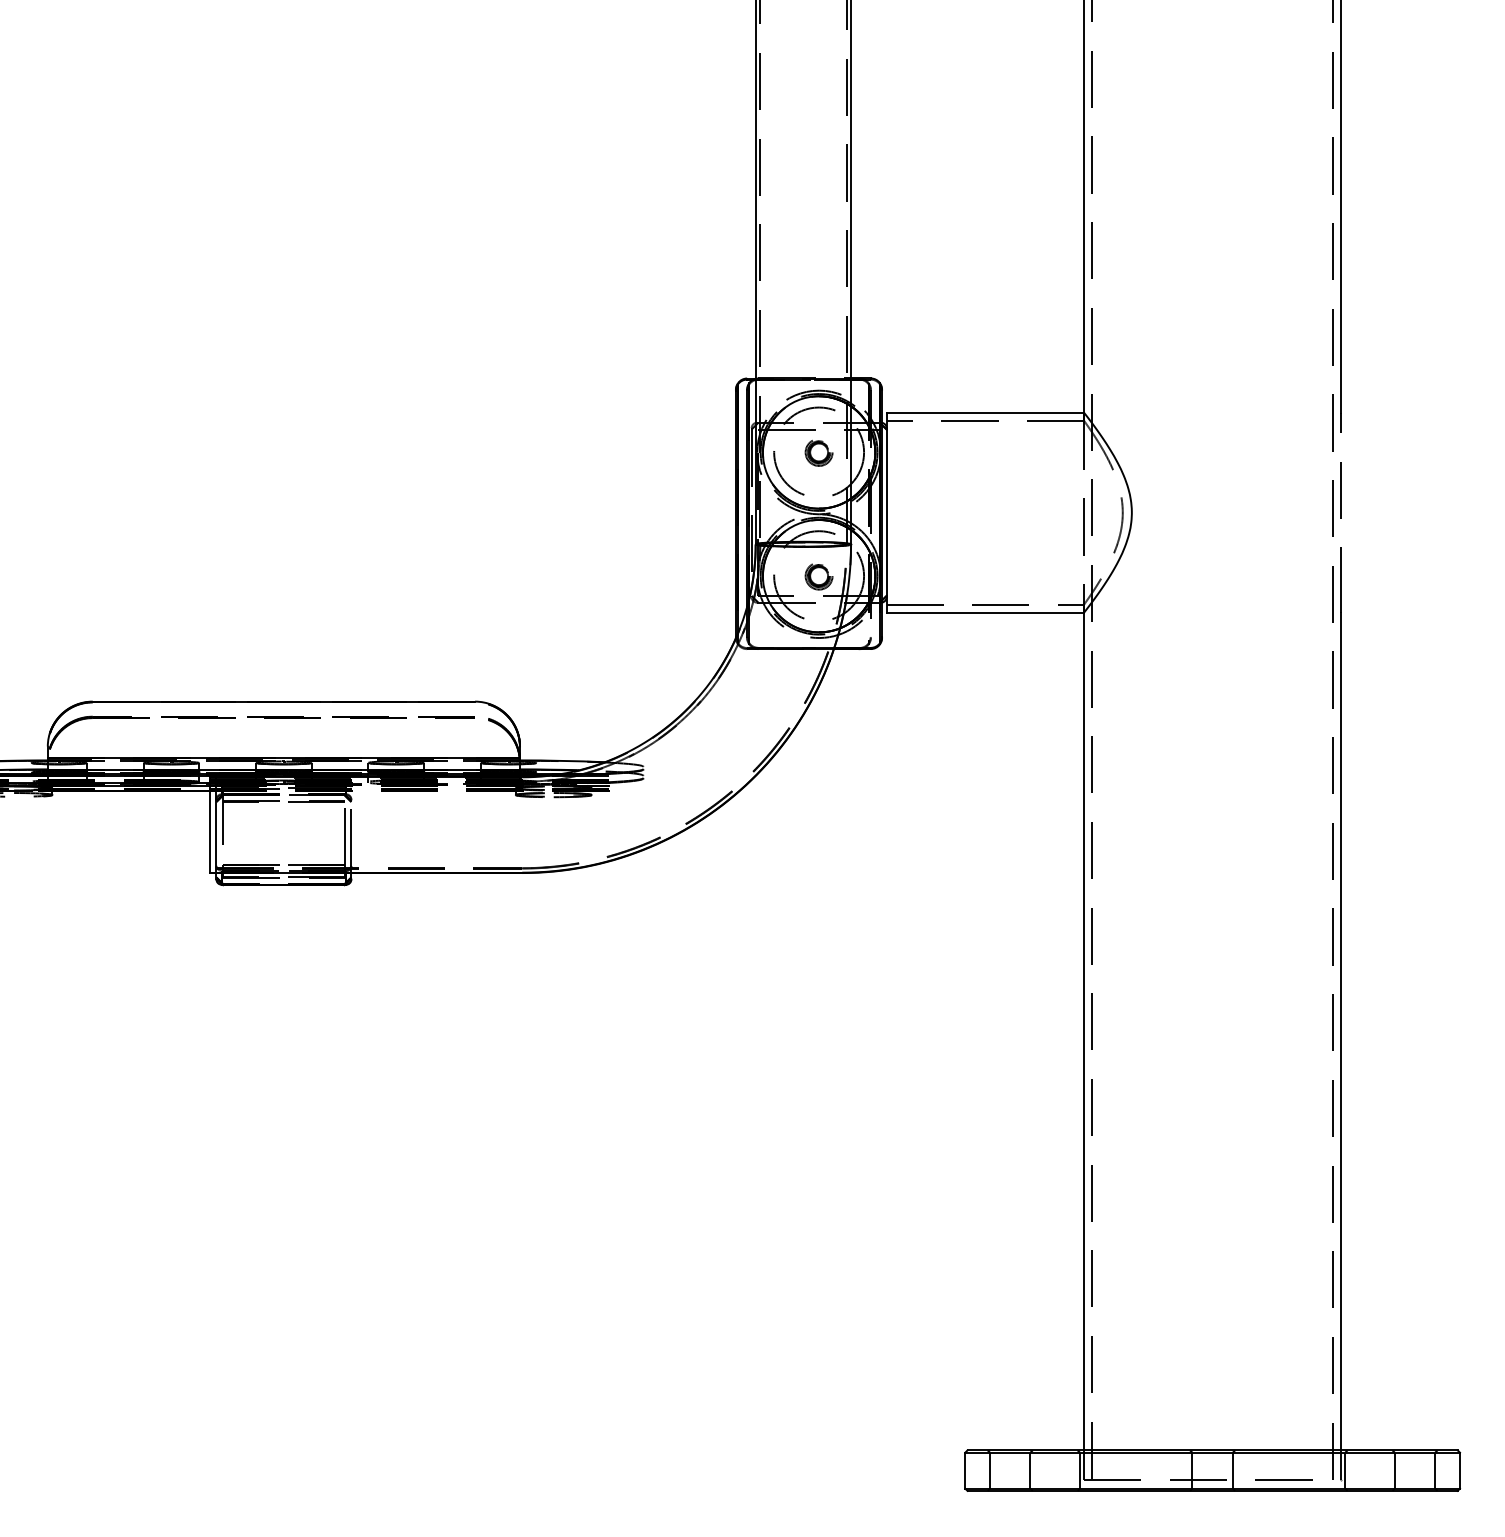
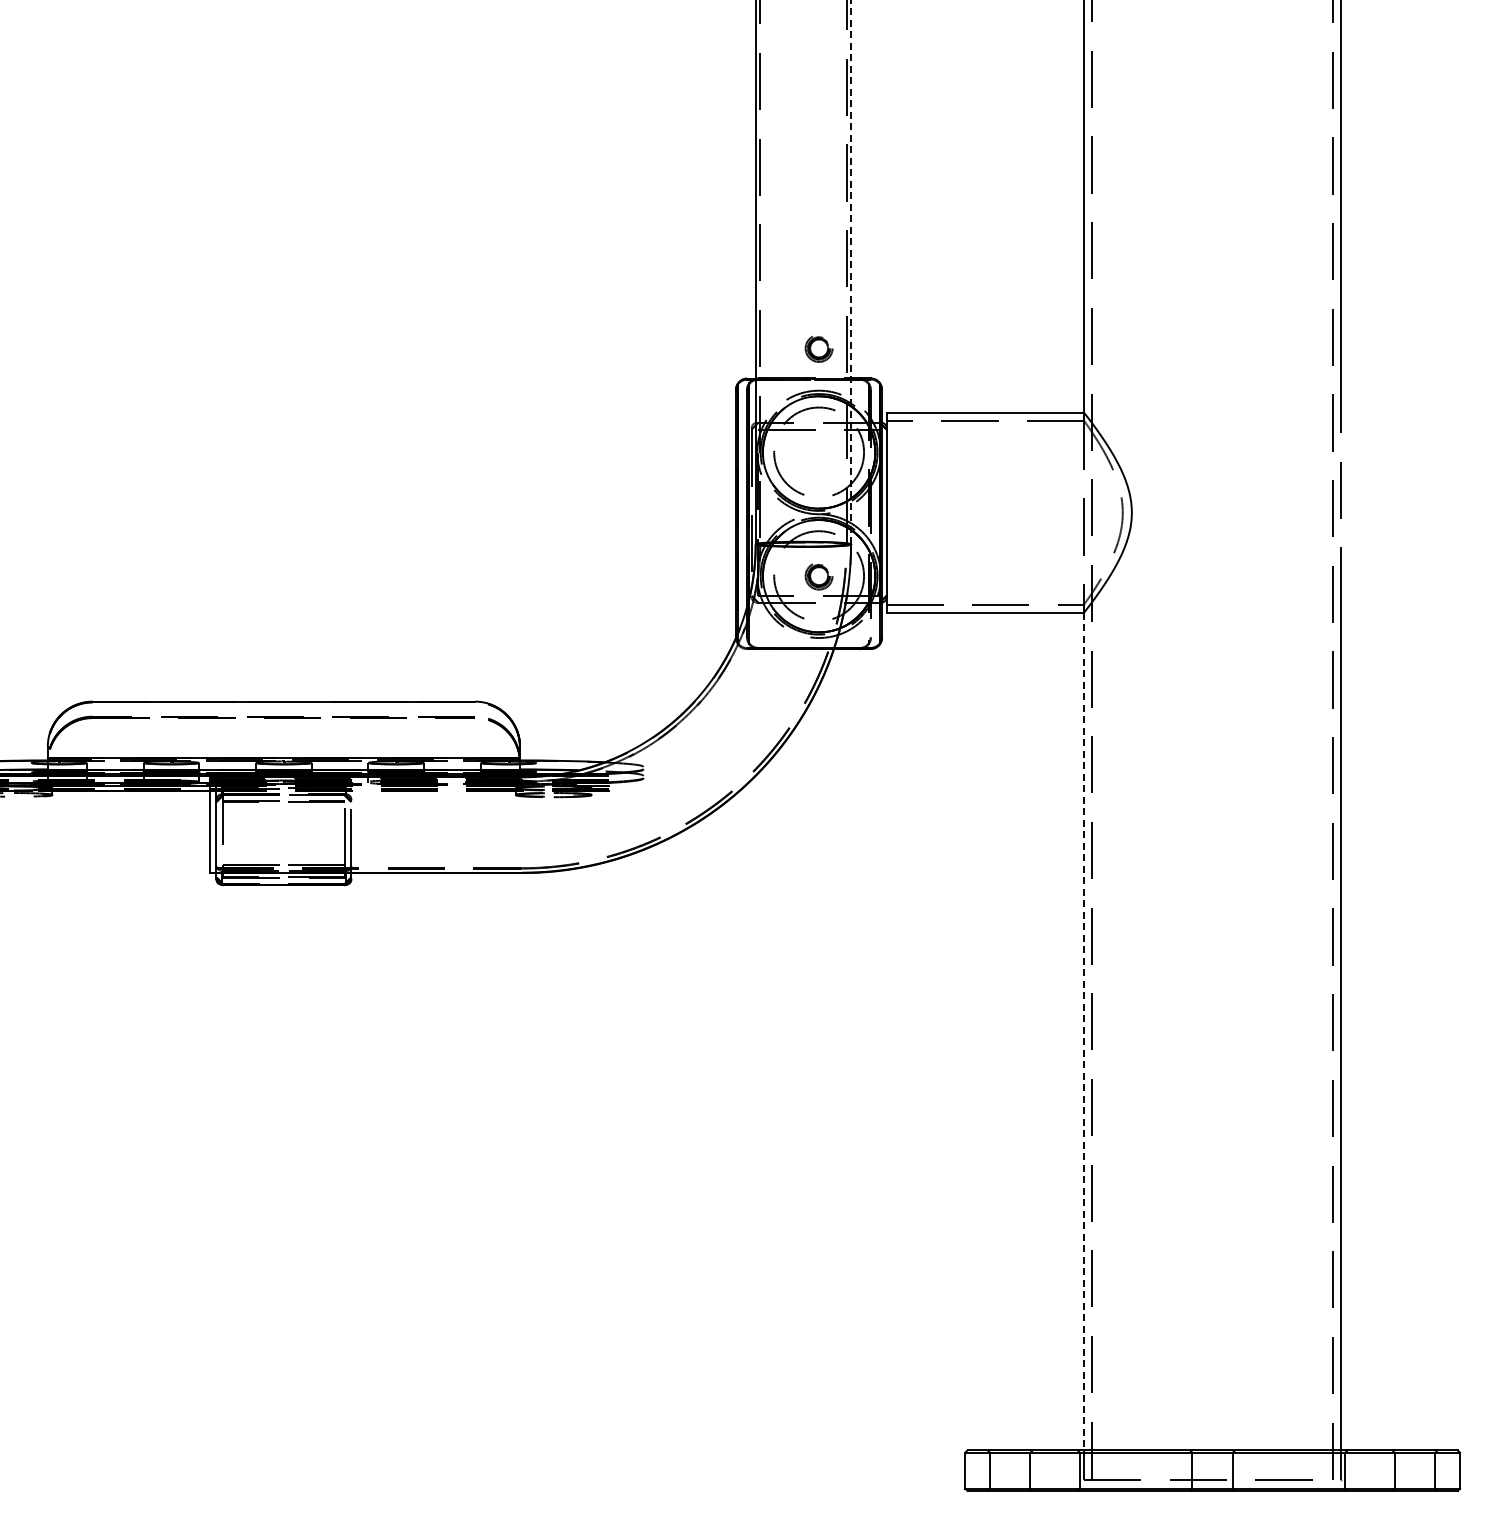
line at (851, 272): solid -> dashed
part at (818, 452) position: (818, 452) -> (818, 348)
line at (1084, 1031): solid -> dashed
